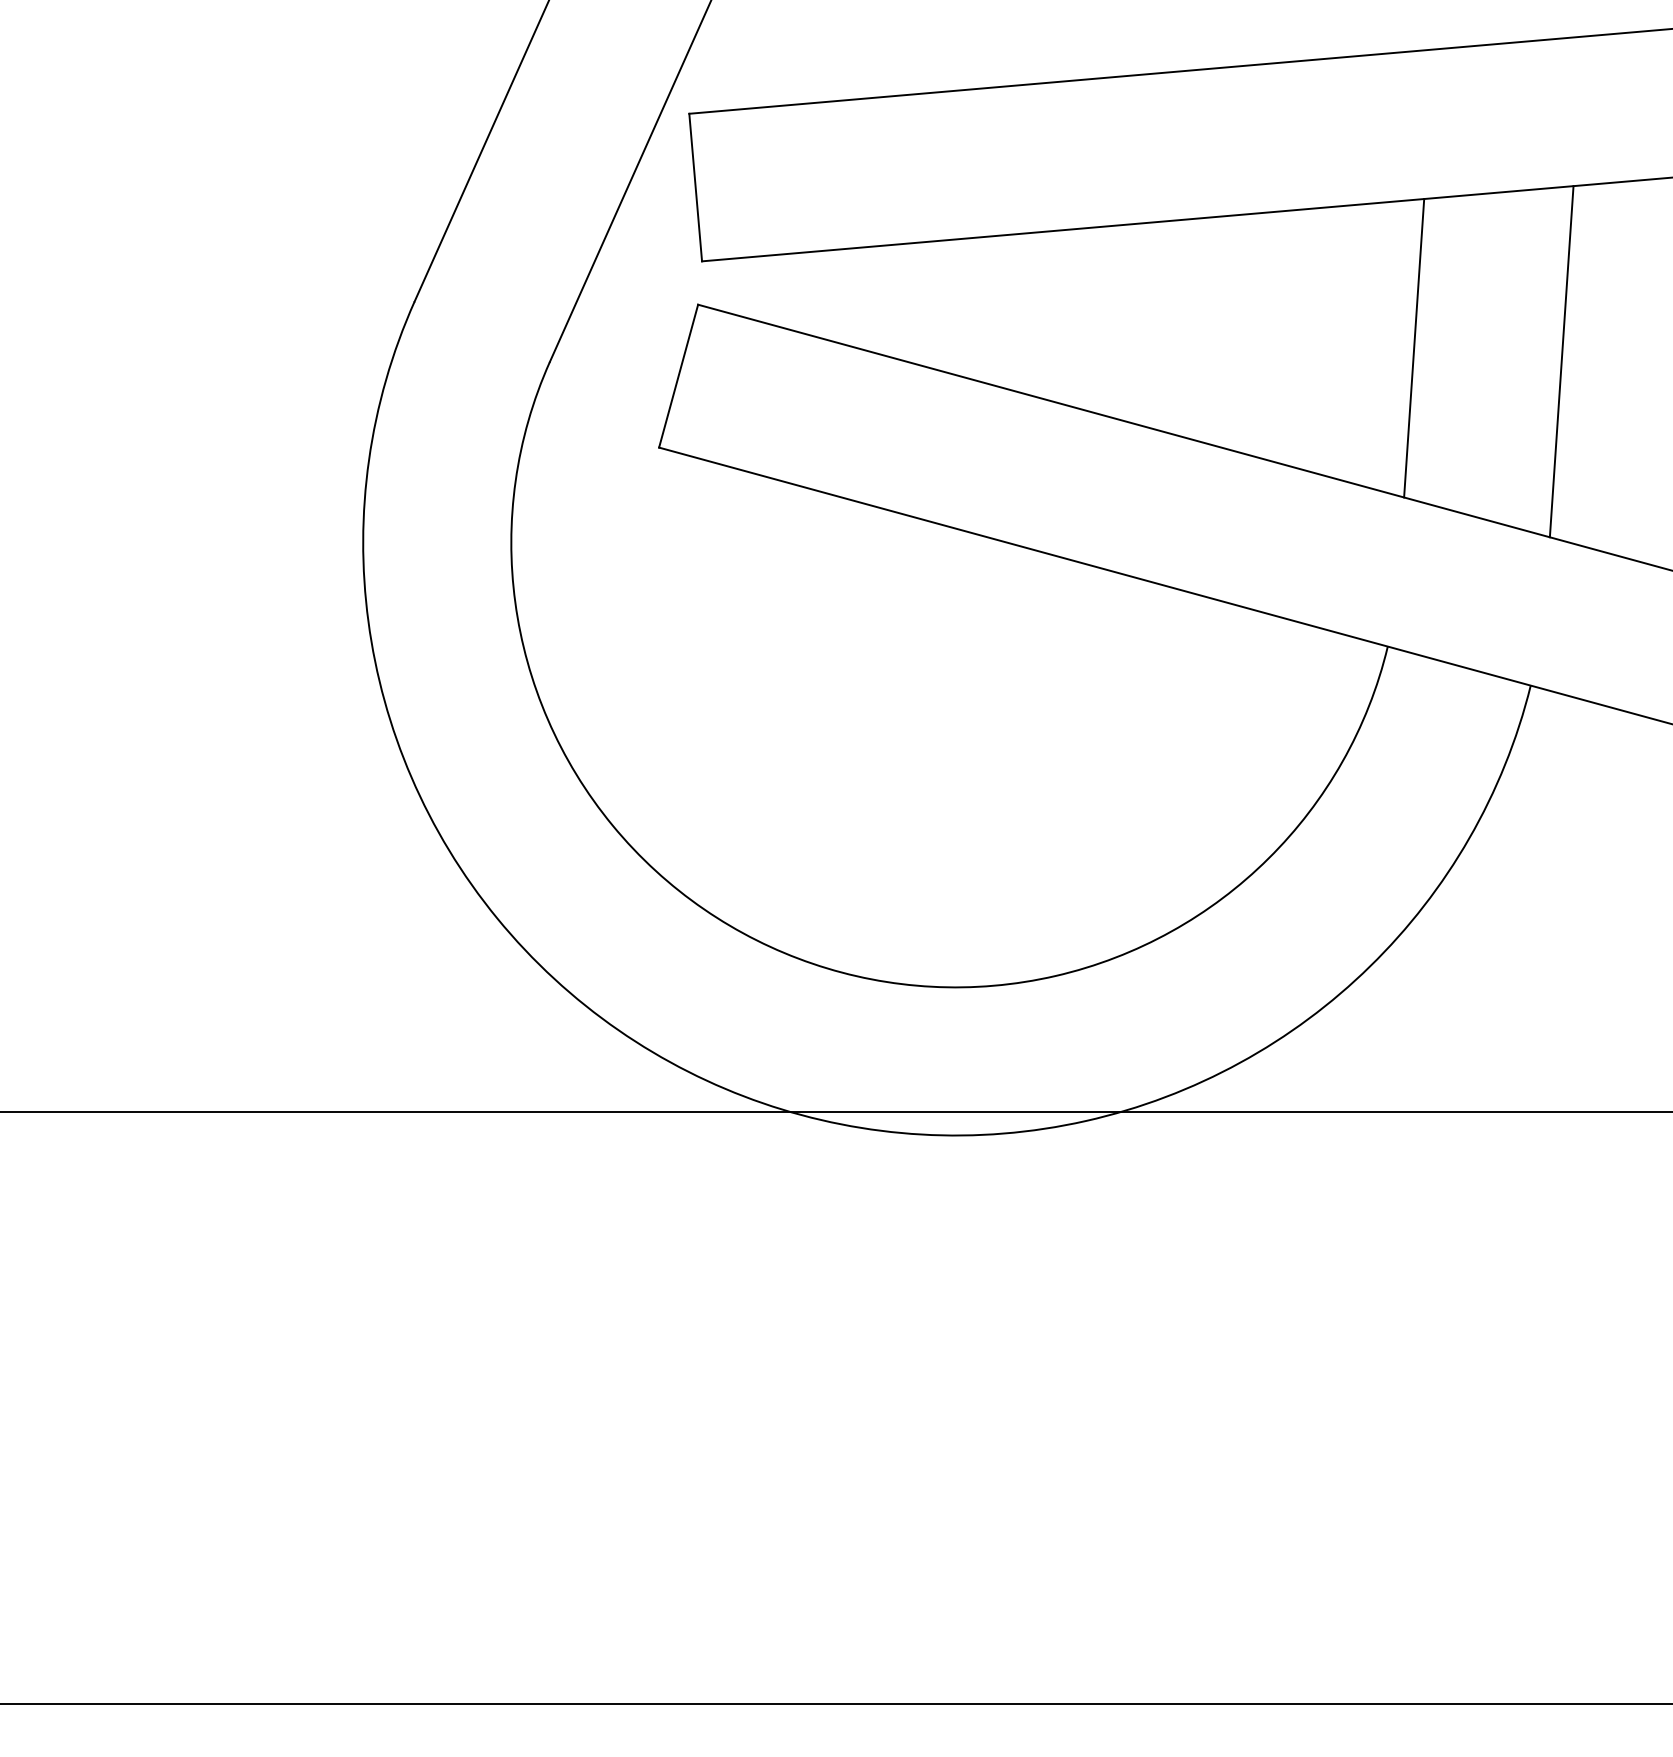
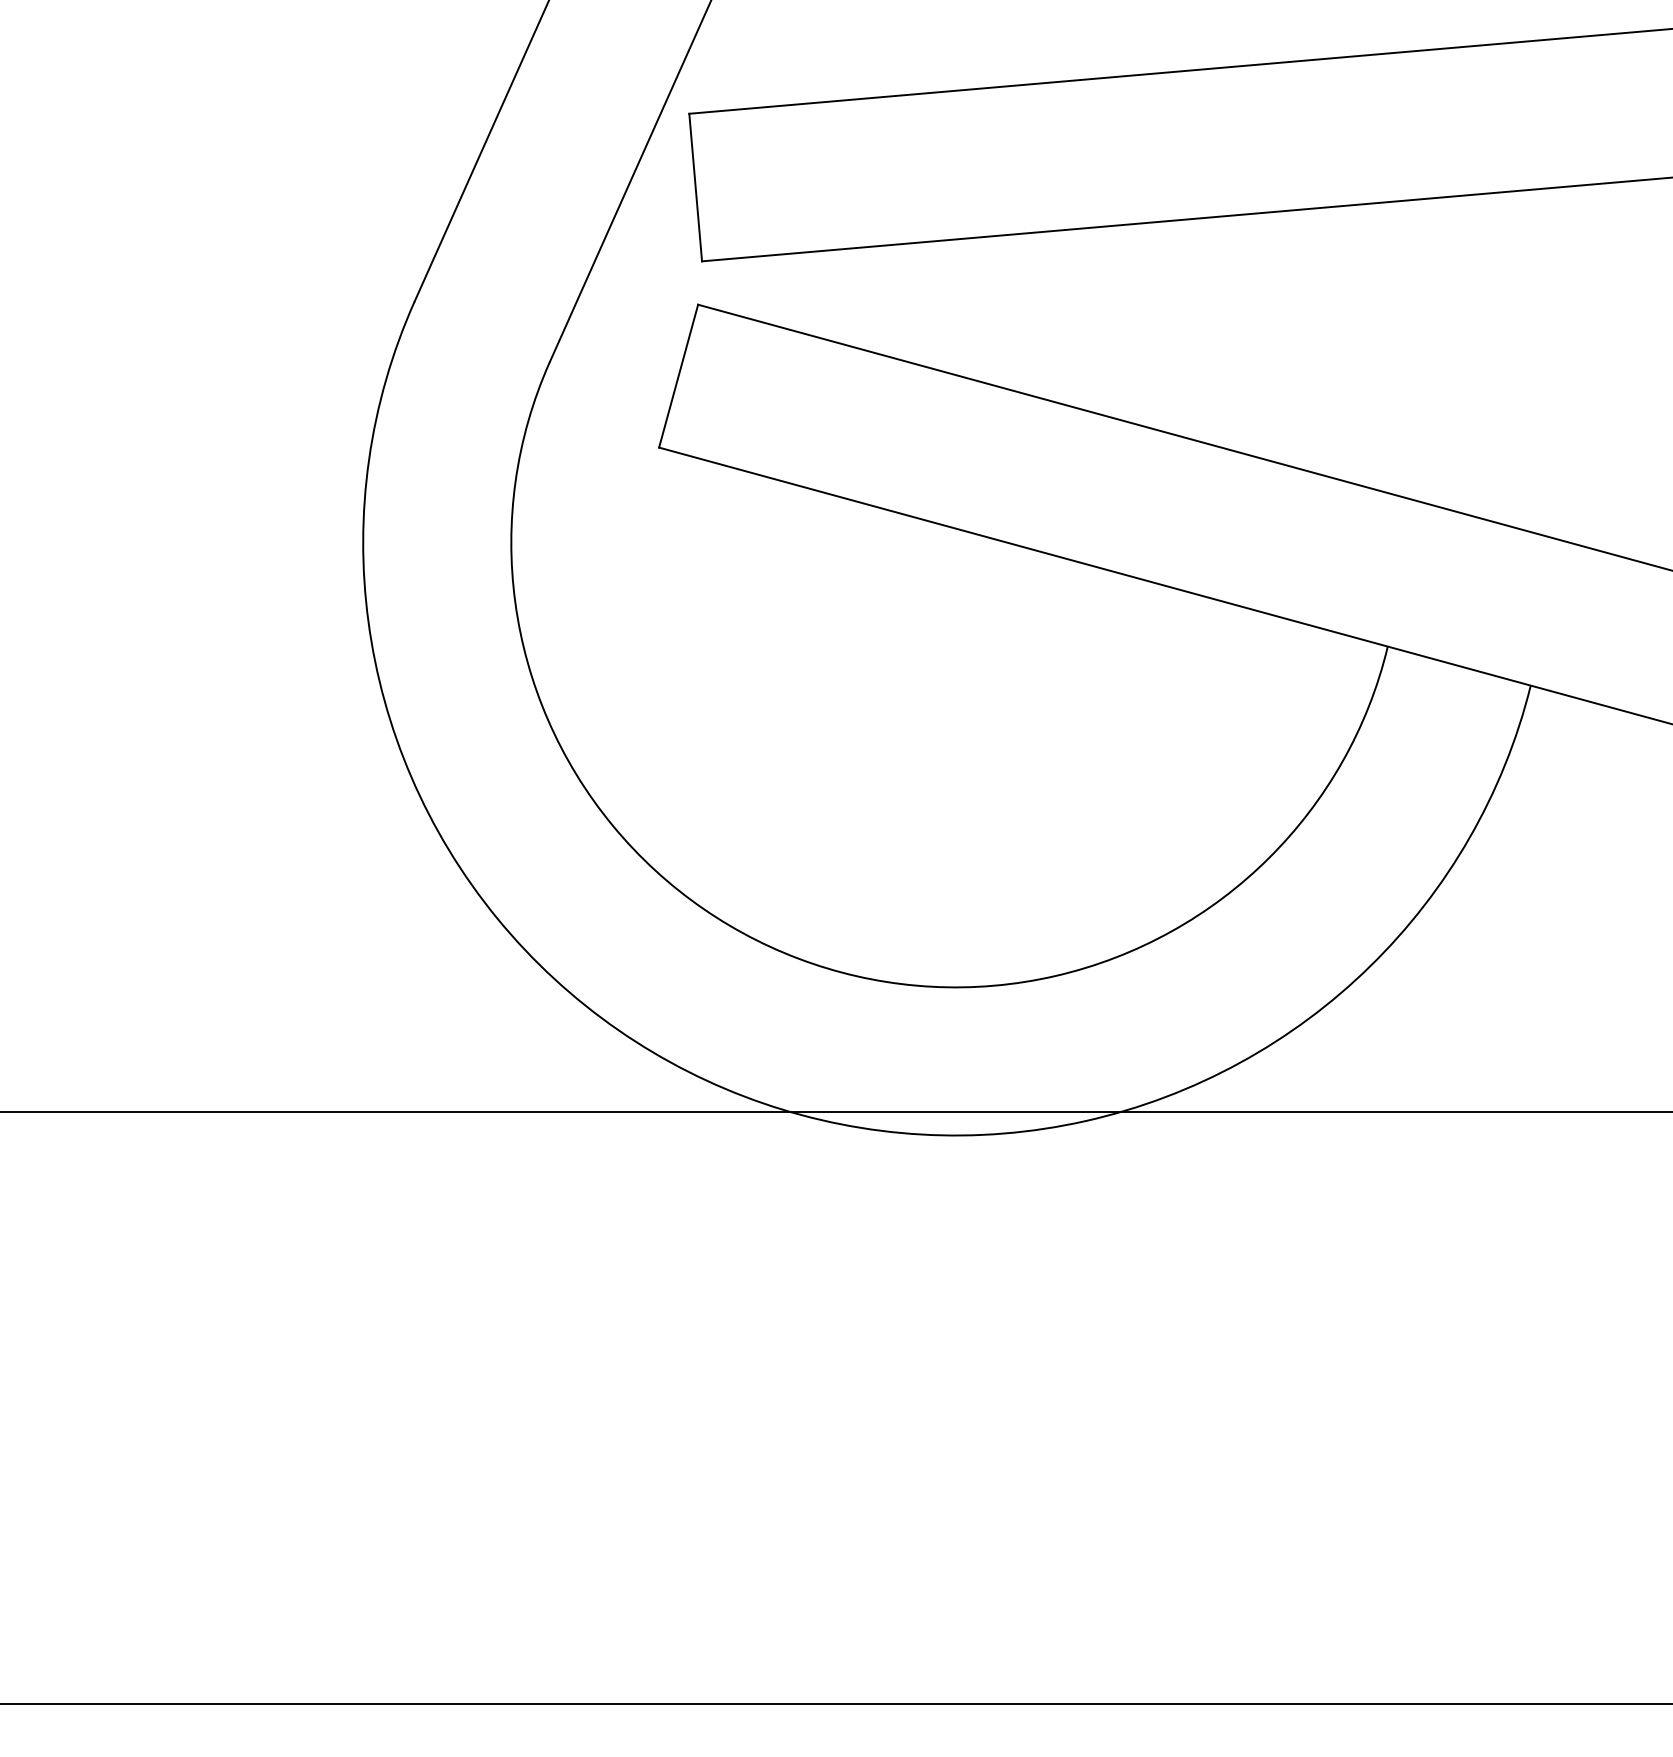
line at (1414, 348): present -> none
line at (1561, 361): present -> none
